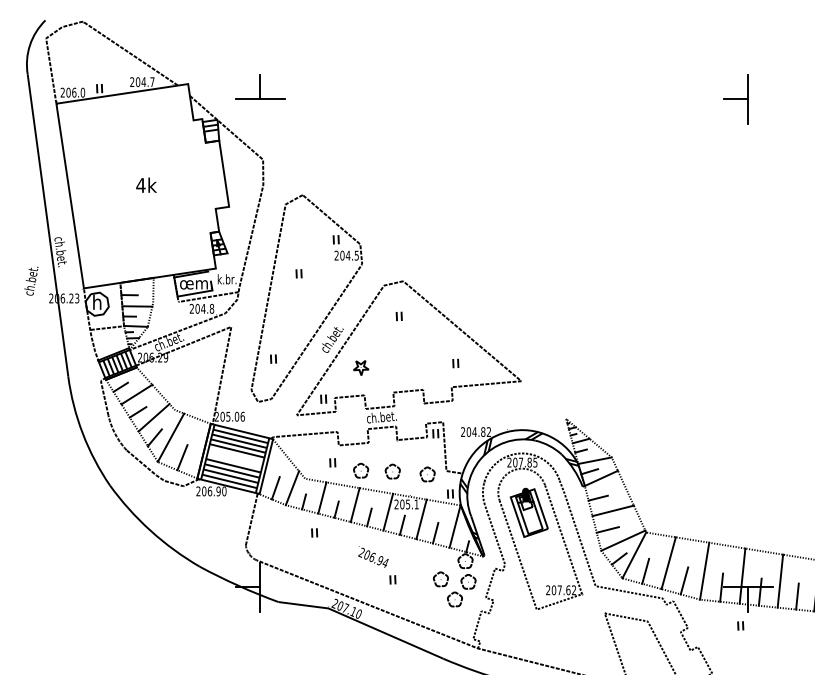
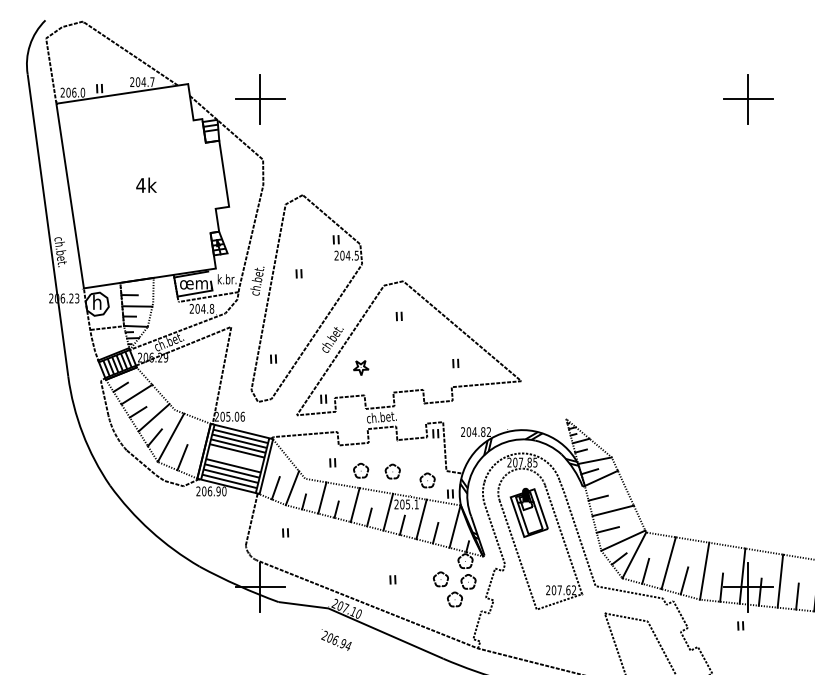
line at (760, 99): none -> present
line at (260, 111): none -> present
text at (31, 280) position: (31, 280) -> (257, 280)
part at (427, 474) position: (427, 474) -> (427, 480)
part at (314, 532) position: (314, 532) -> (285, 532)
text at (373, 556) position: (373, 556) -> (336, 639)
line at (748, 574): none -> present
line at (272, 587): none -> present
